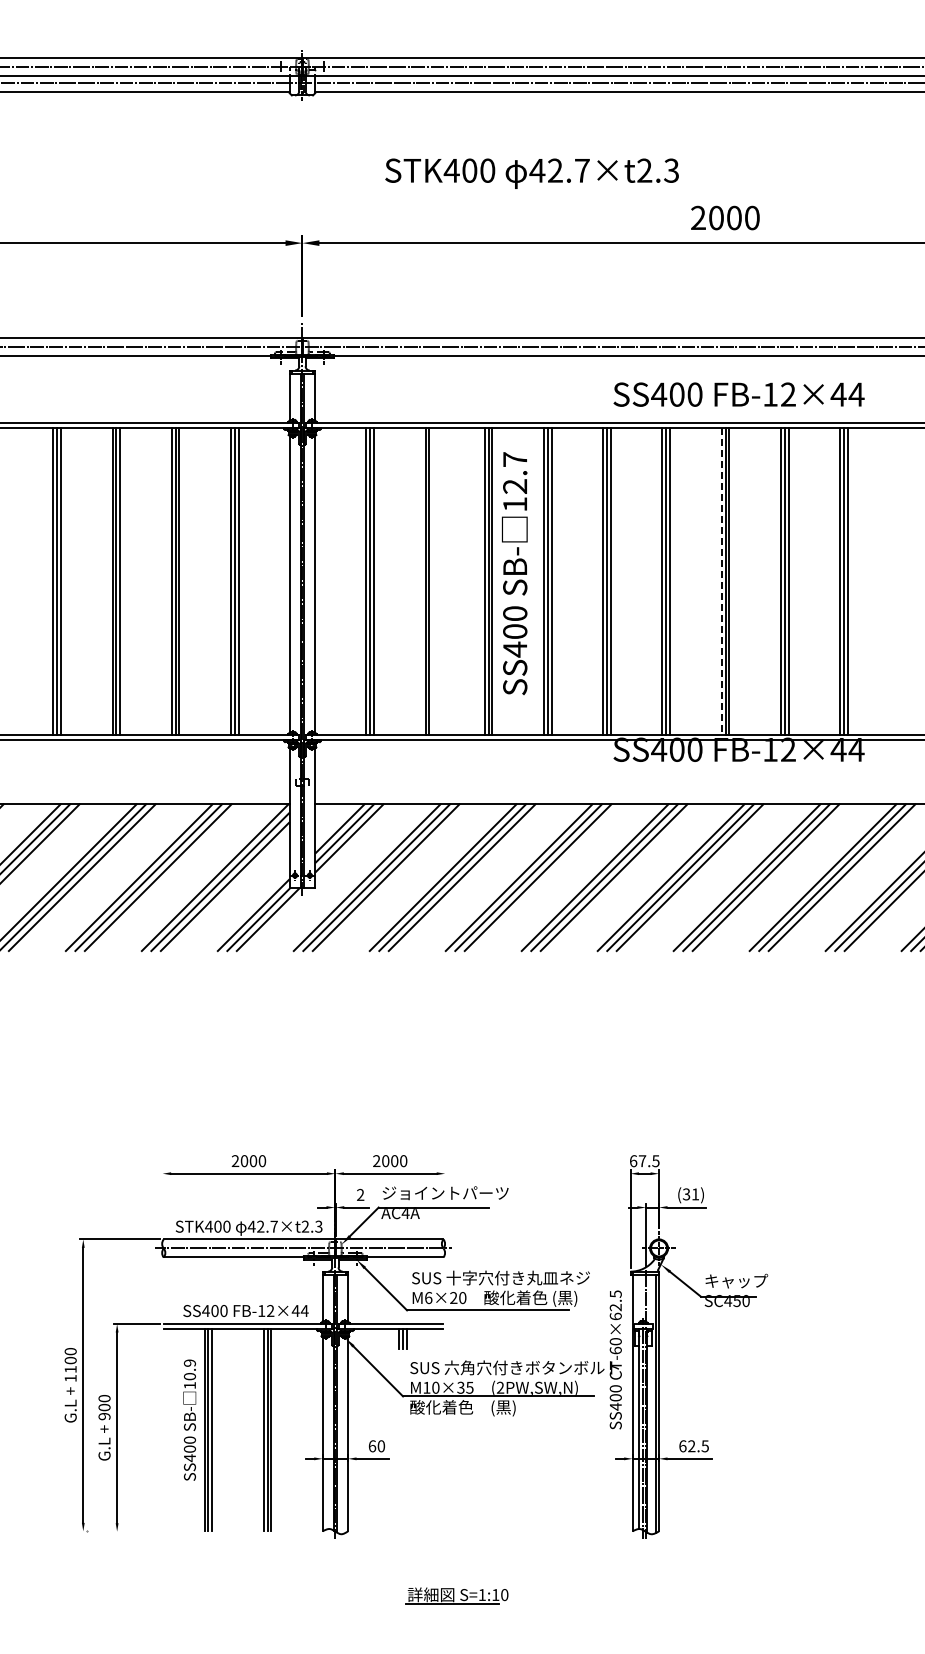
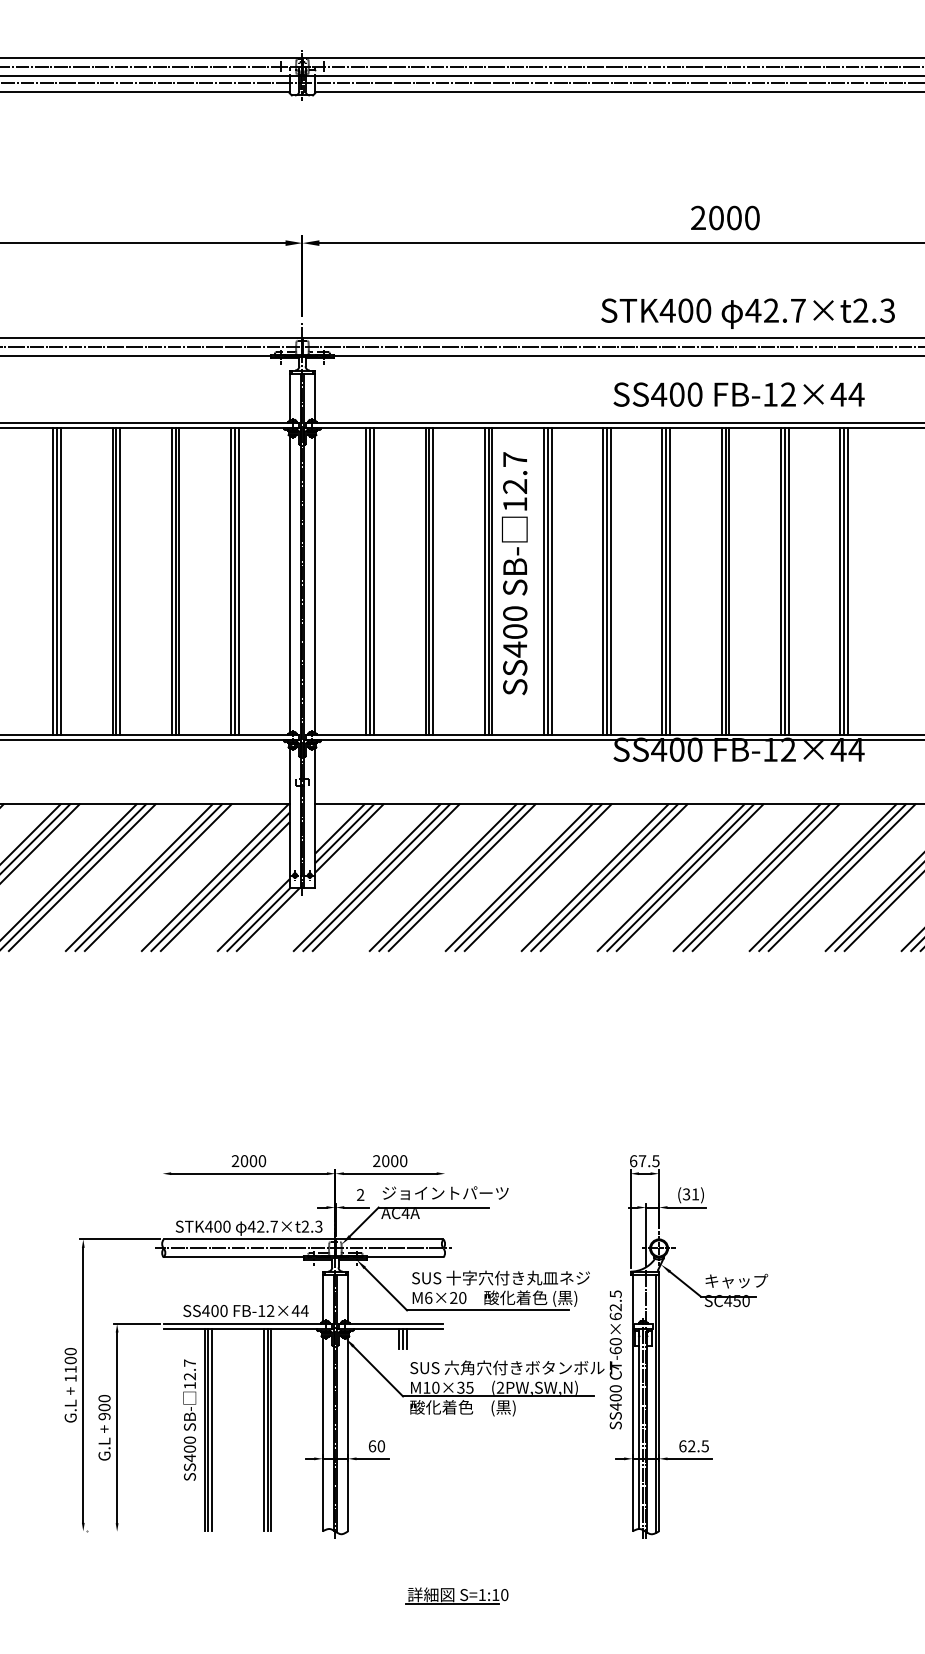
text at (531, 173) position: (531, 173) -> (747, 313)
line at (433, 581): none -> present
line at (721, 581): dashed -> solid
text at (189, 1369): 10.9 -> 12.7
